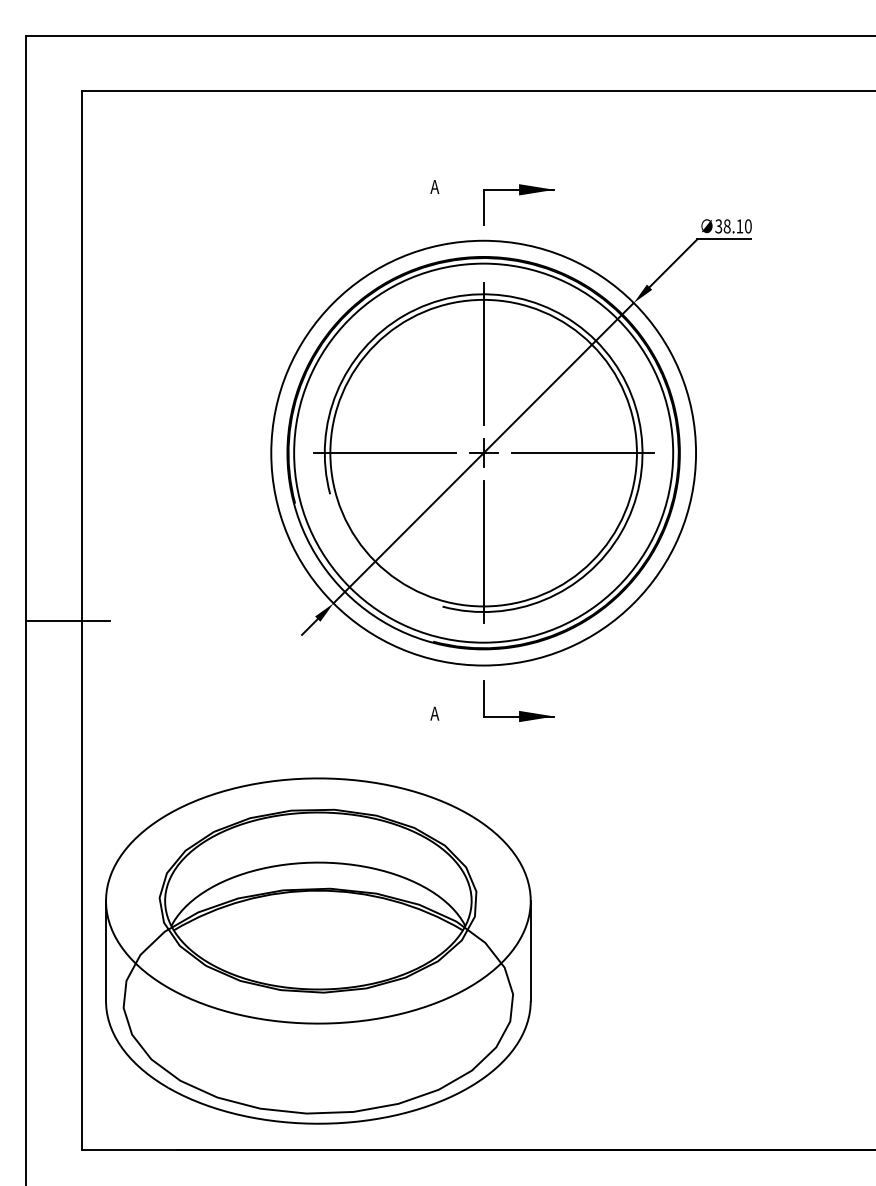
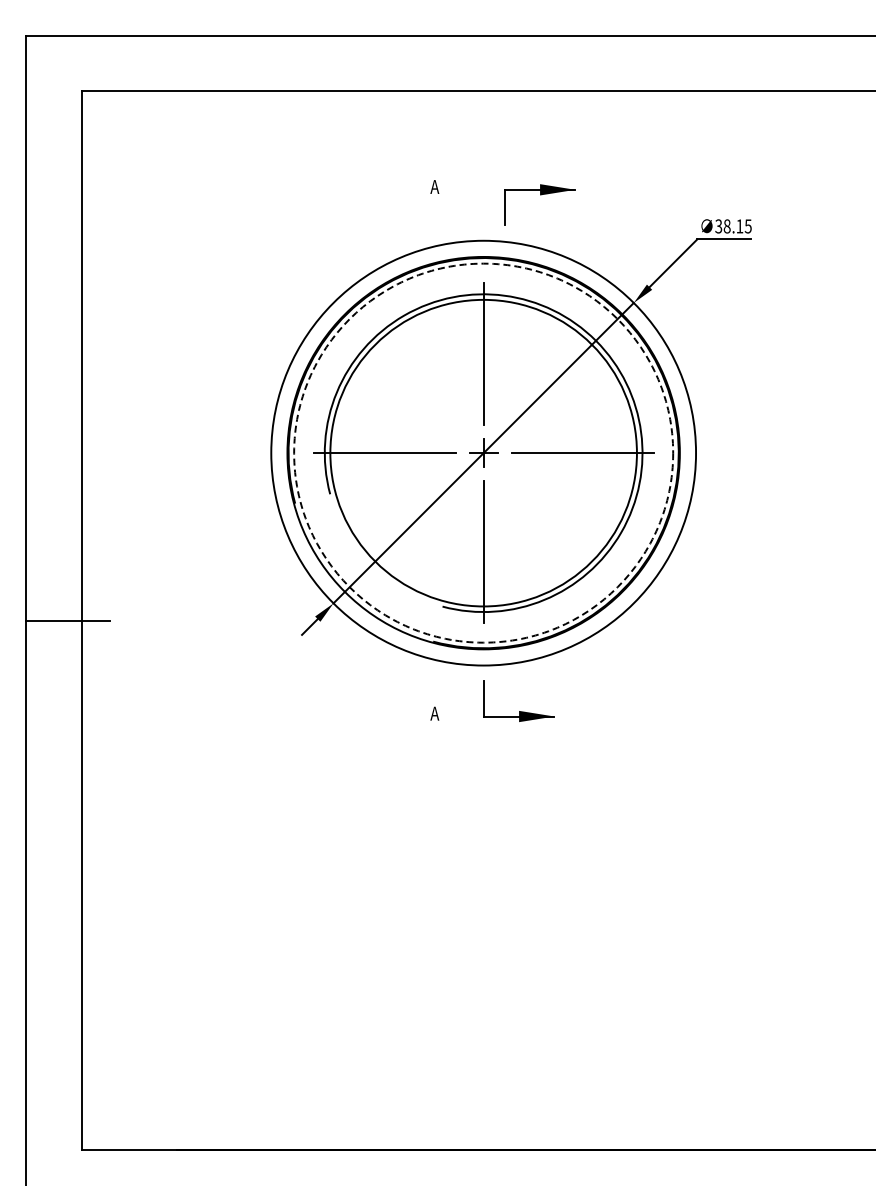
part at (519, 195) position: (519, 195) -> (540, 195)
text at (747, 226): 38.10 -> 38.15
circle at (483, 452): solid -> dashed
part at (318, 950): present -> none
